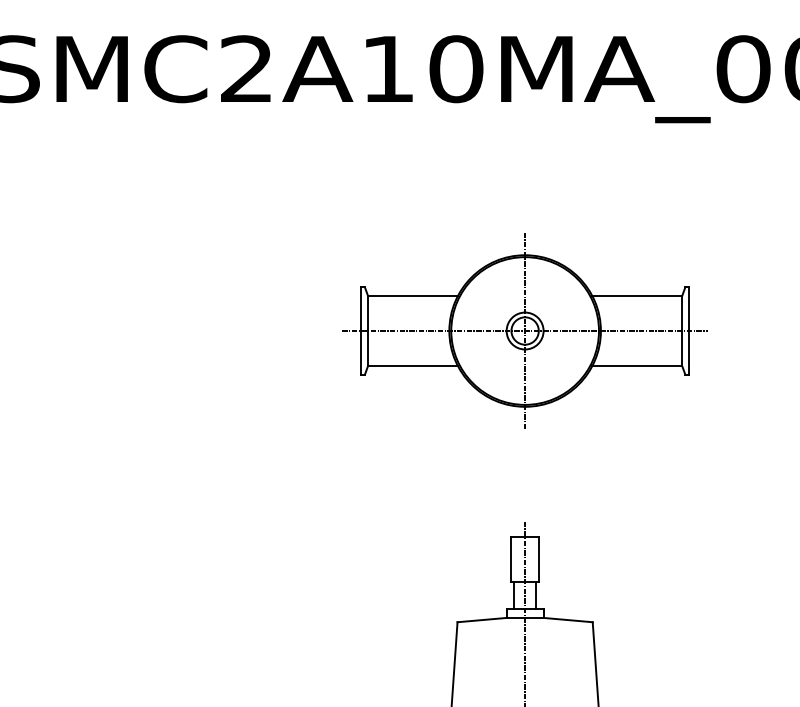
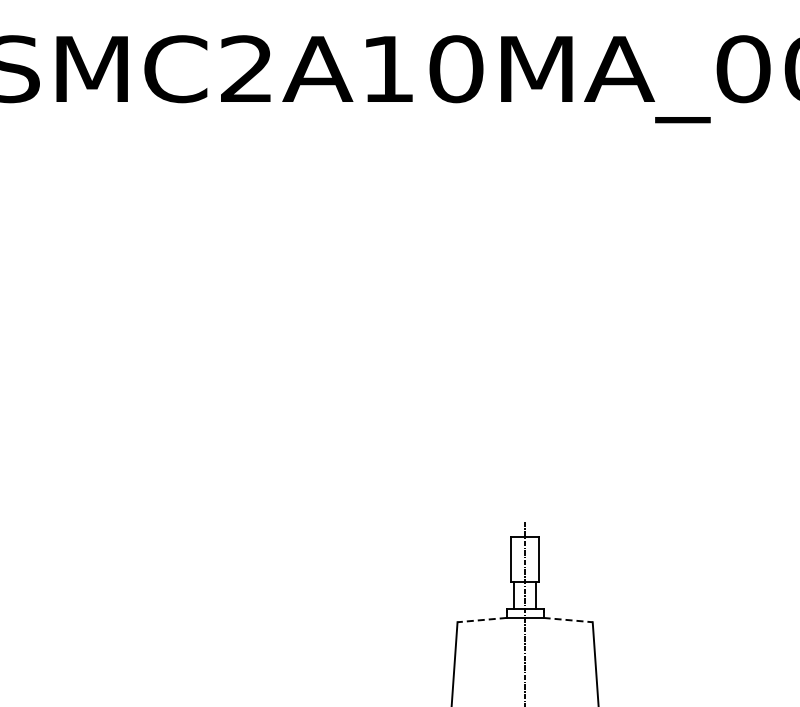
part at (524, 330): present -> none
line at (482, 620): solid -> dashed
line at (568, 620): solid -> dashed
